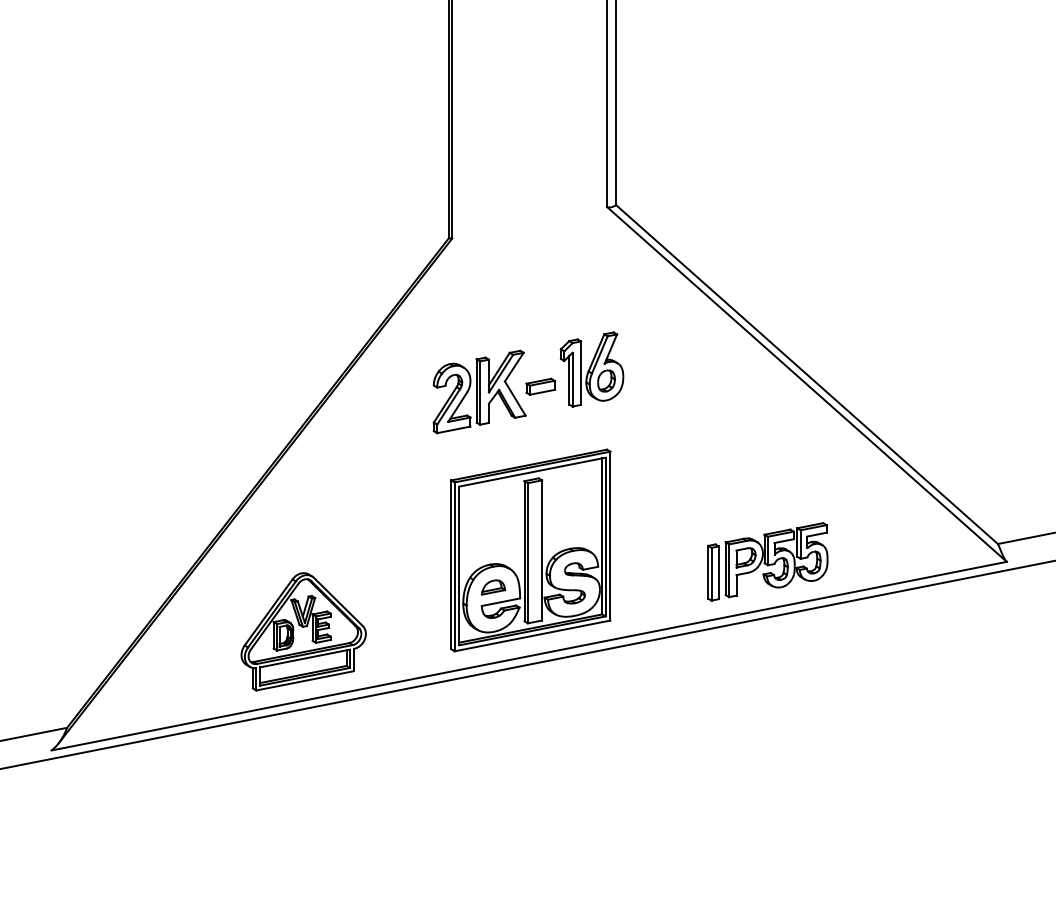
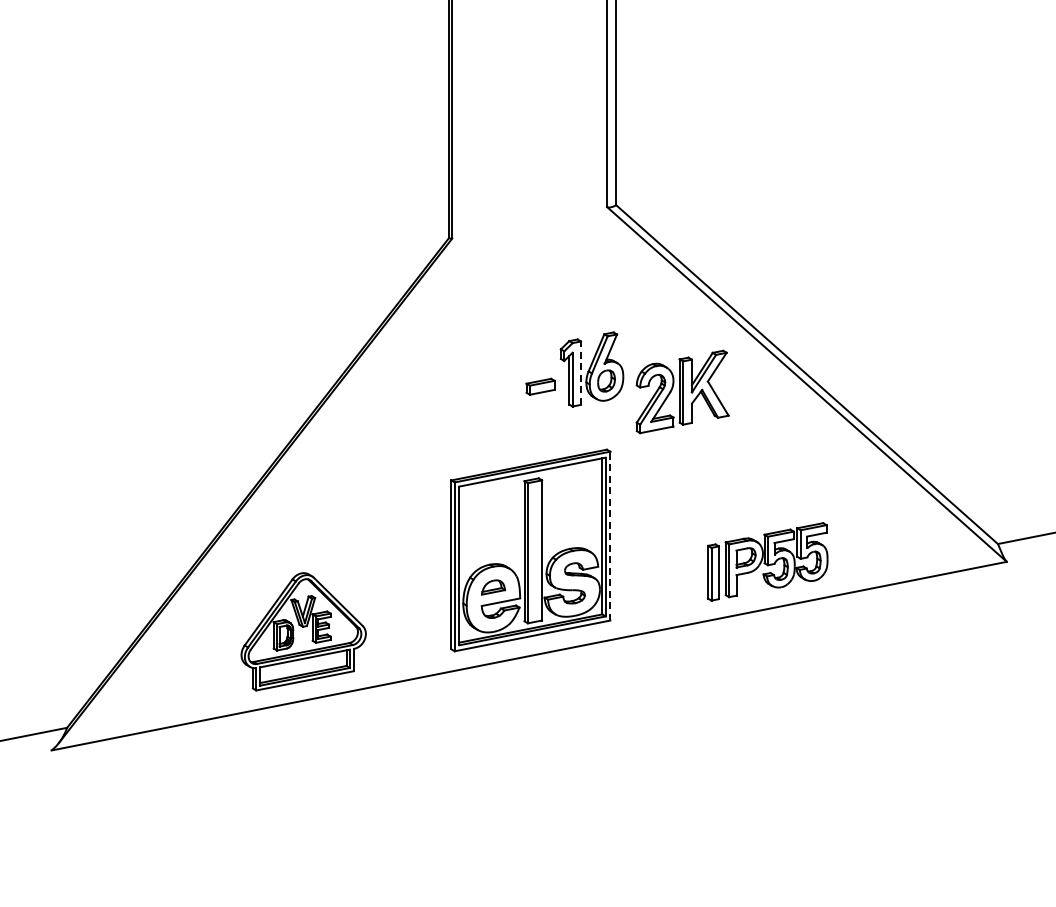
line at (581, 373): solid -> dashed
part at (479, 391) position: (479, 391) -> (682, 391)
line at (610, 535): solid -> dashed
line at (527, 664): present -> none
